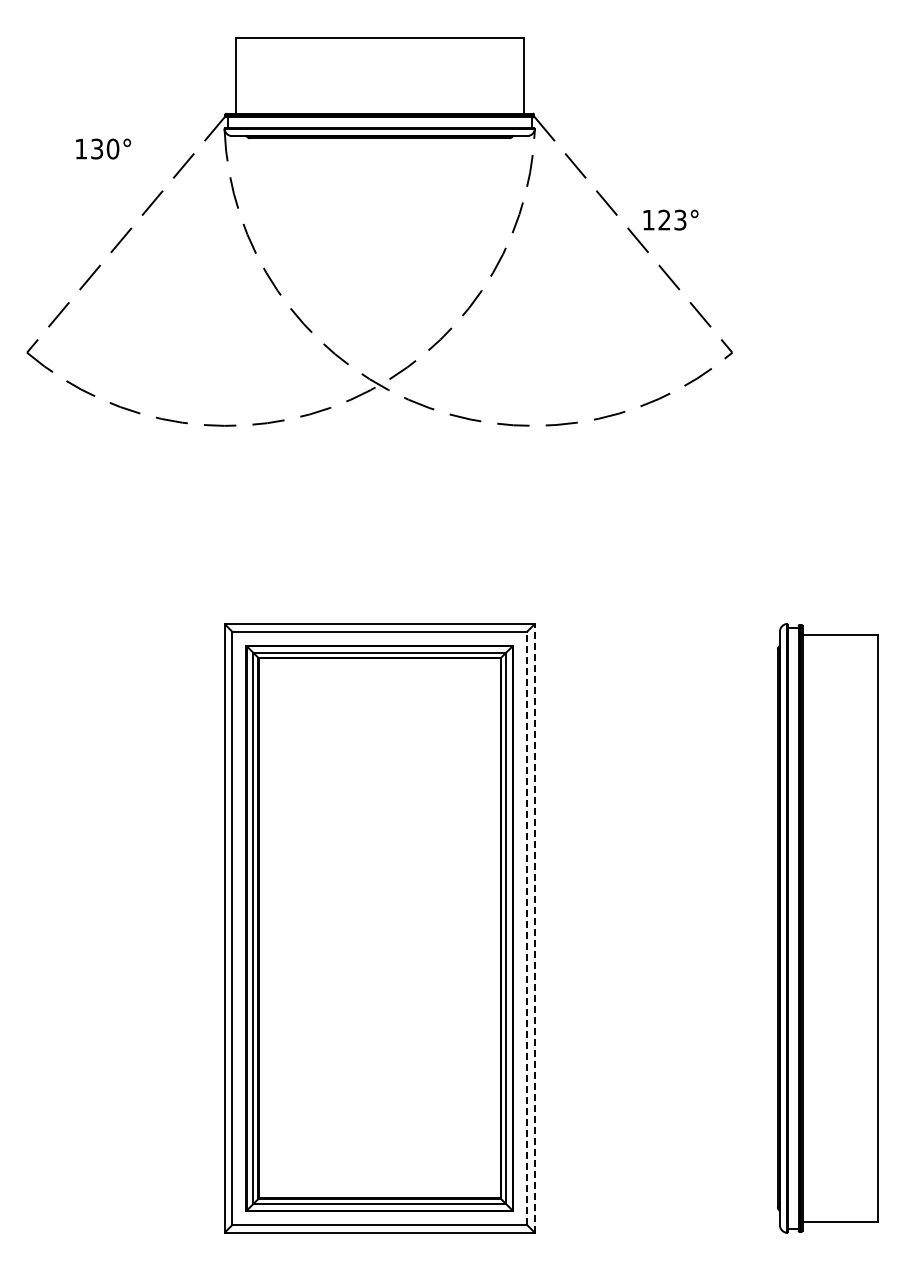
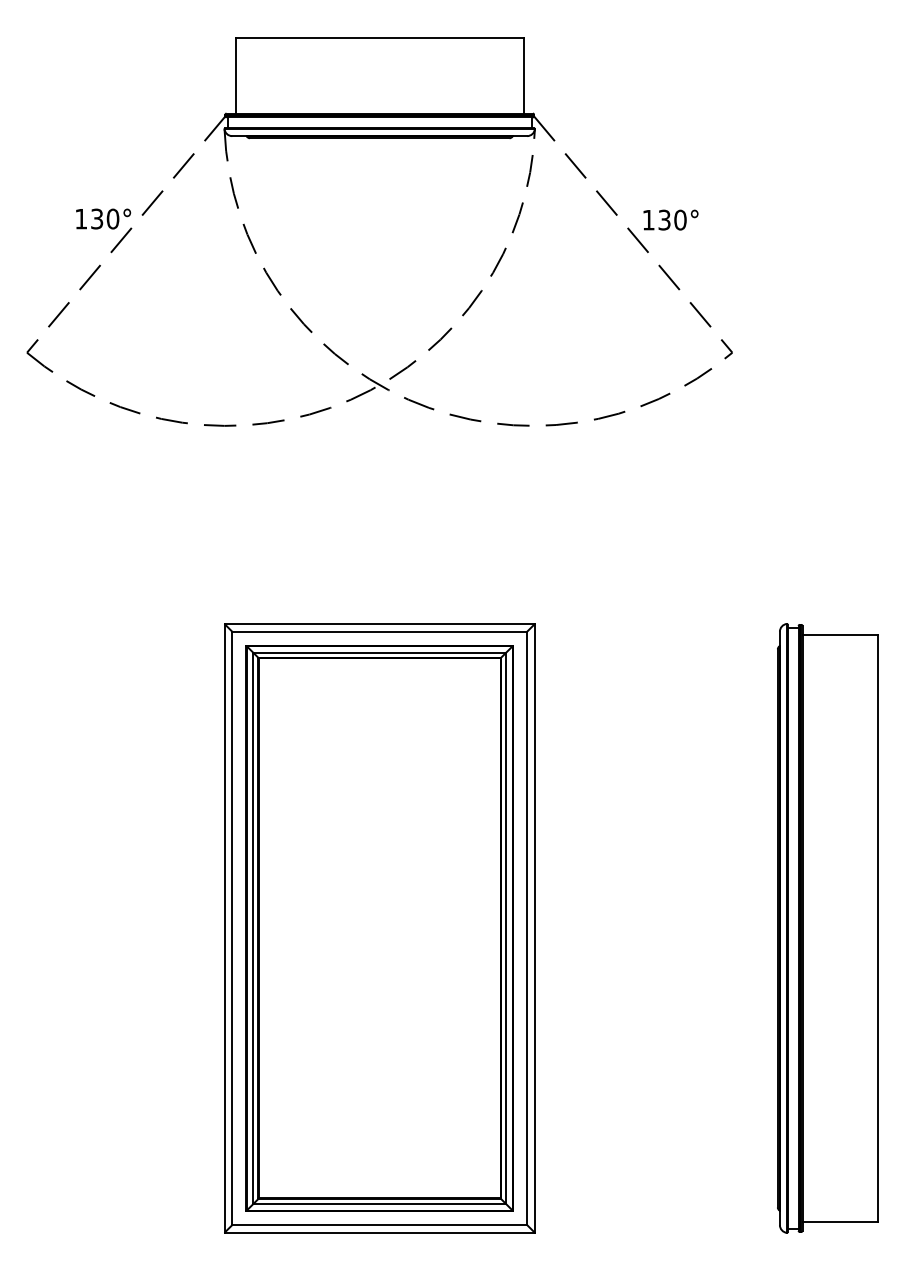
text at (103, 148) position: (103, 148) -> (103, 218)
text at (672, 219): 123° -> 130°
line at (534, 927): dashed -> solid
line at (527, 928): dashed -> solid
